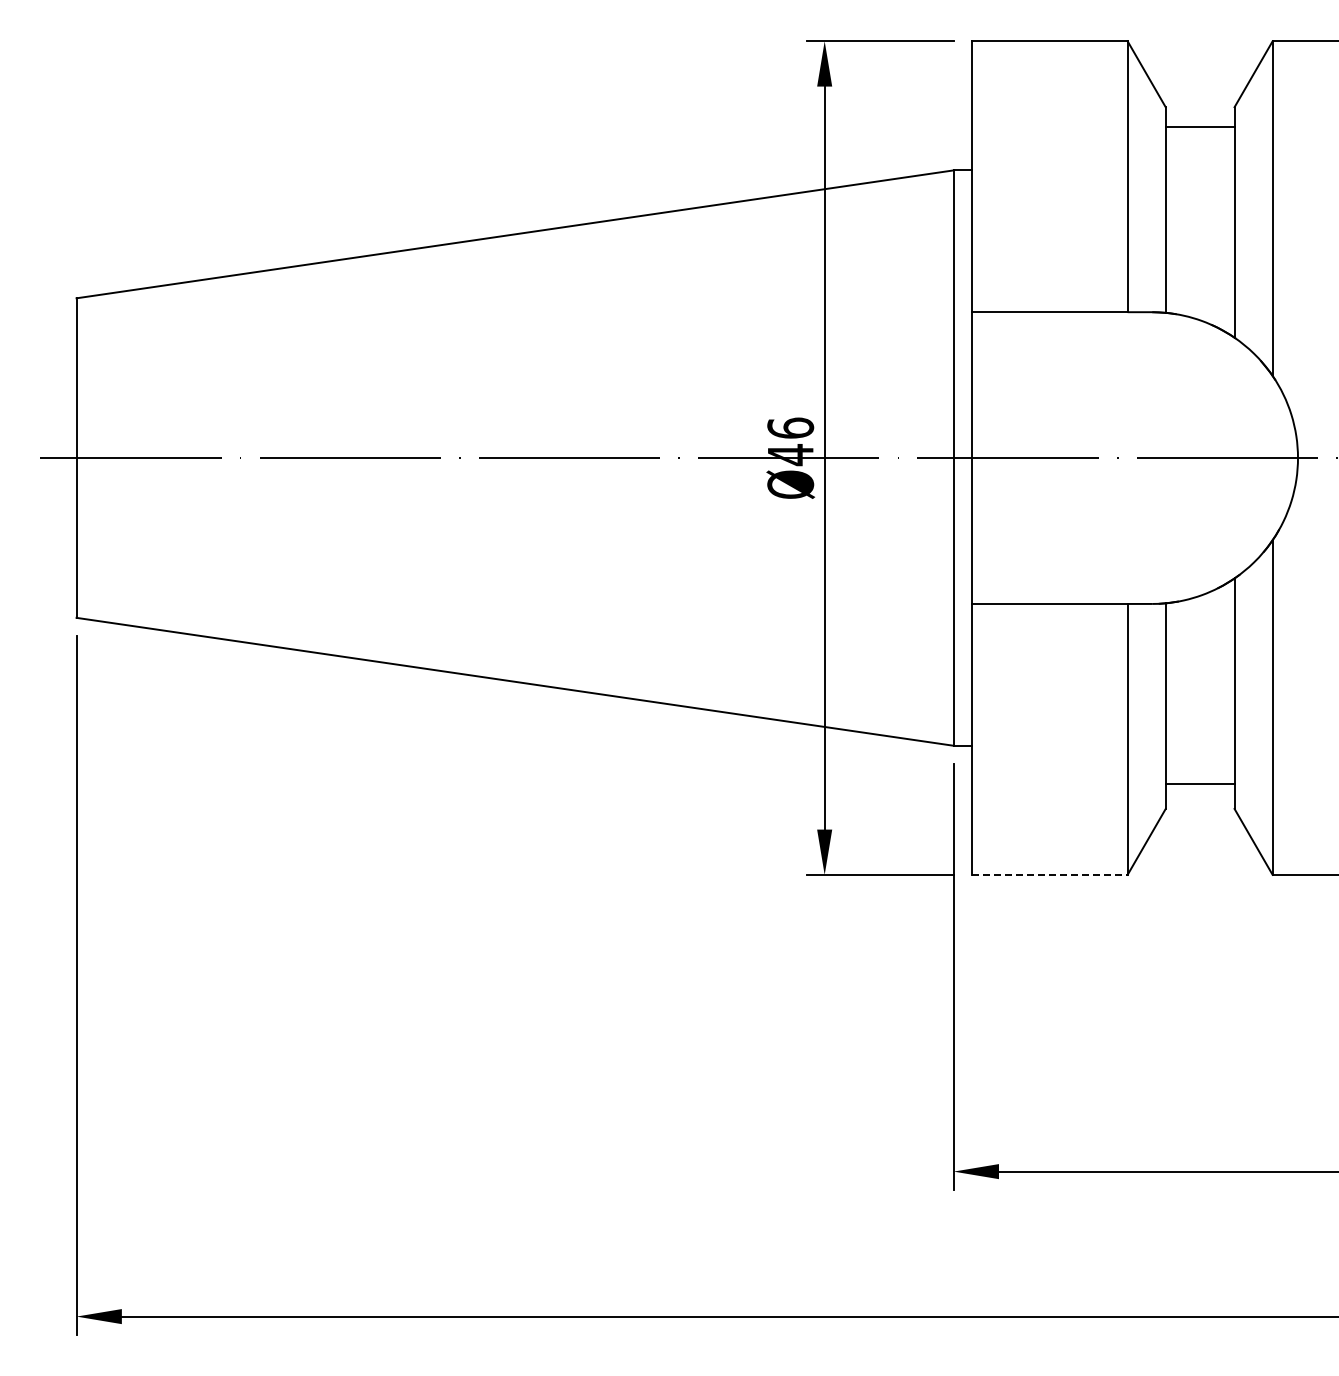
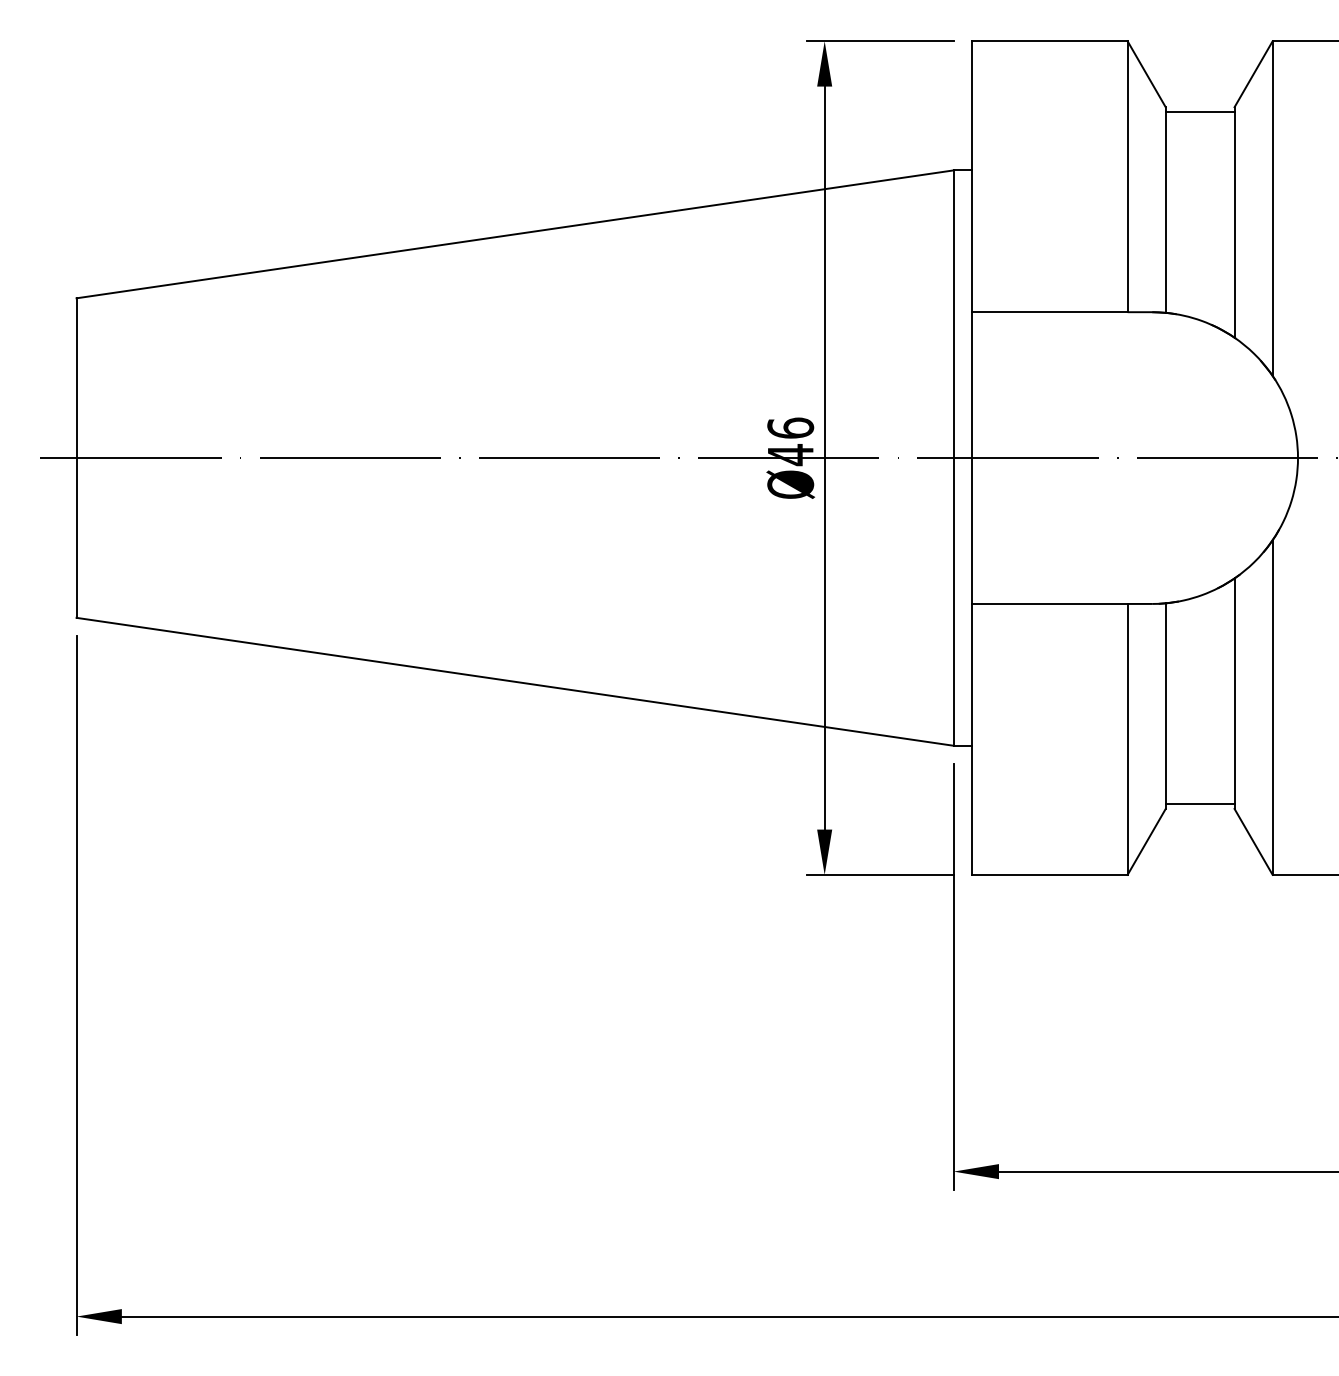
line at (1199, 126) position: (1199, 126) -> (1199, 111)
line at (1199, 784) position: (1199, 784) -> (1199, 804)
line at (1049, 874): dashed -> solid
